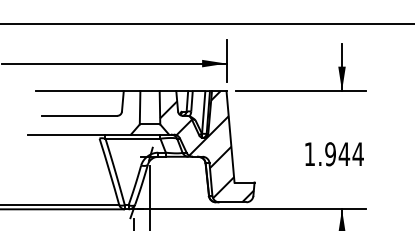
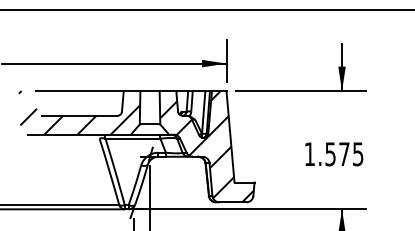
line at (206, 24) position: (206, 24) -> (206, 10)
hatch at (79, 112): none -> present
text at (344, 154): 1.944 -> 1.575
